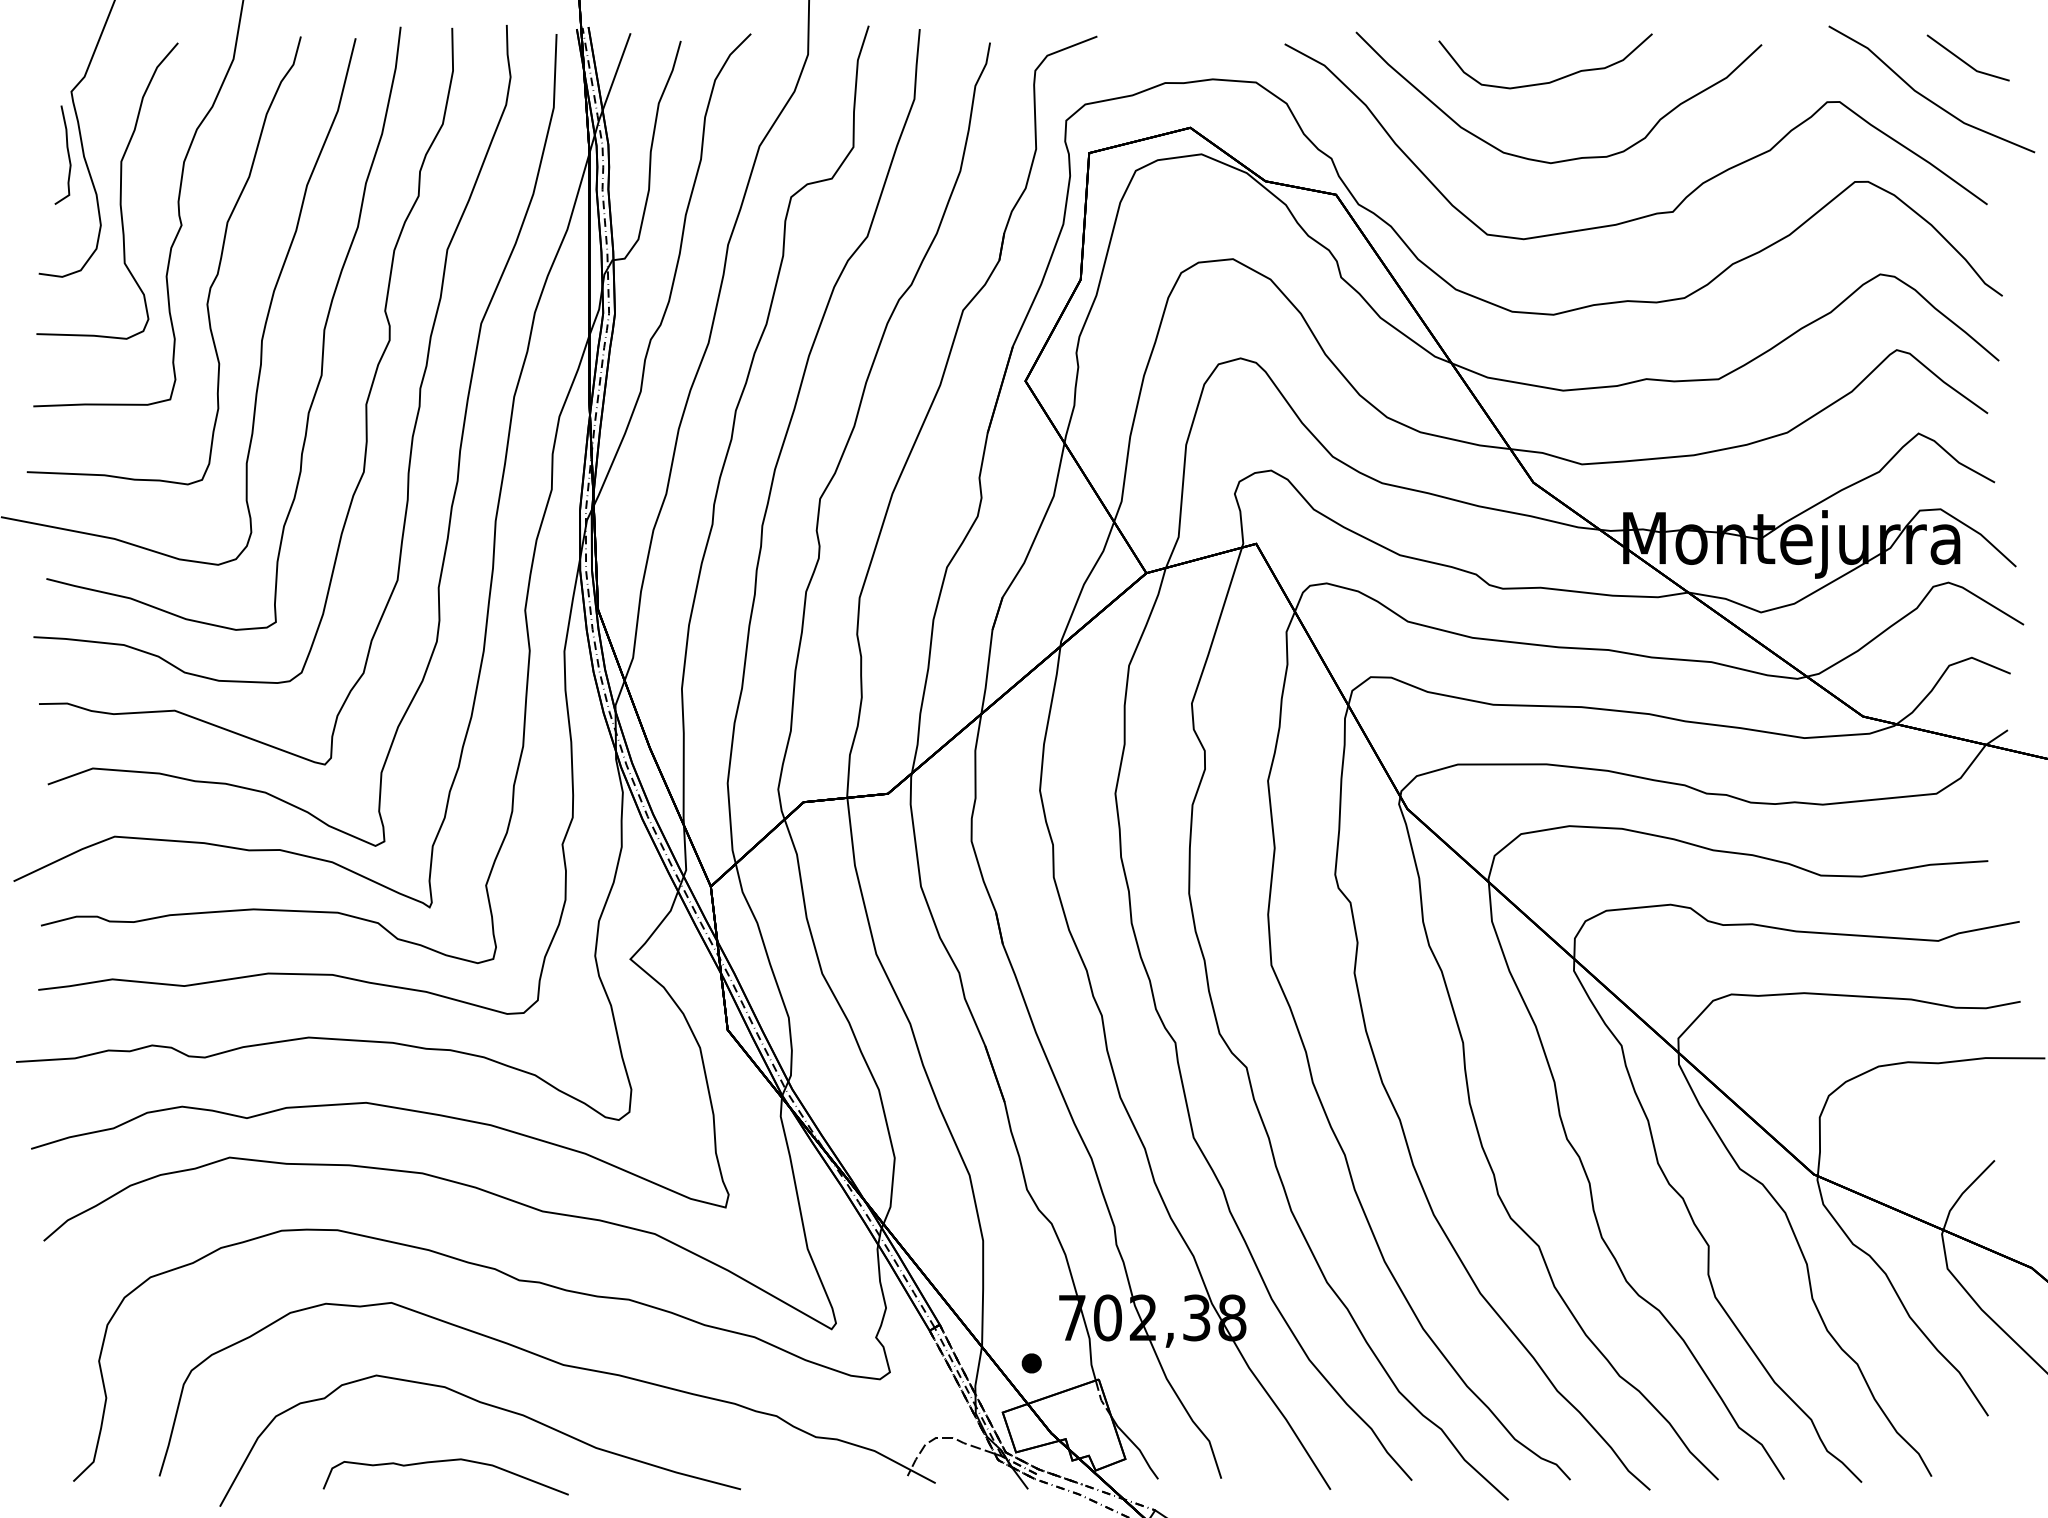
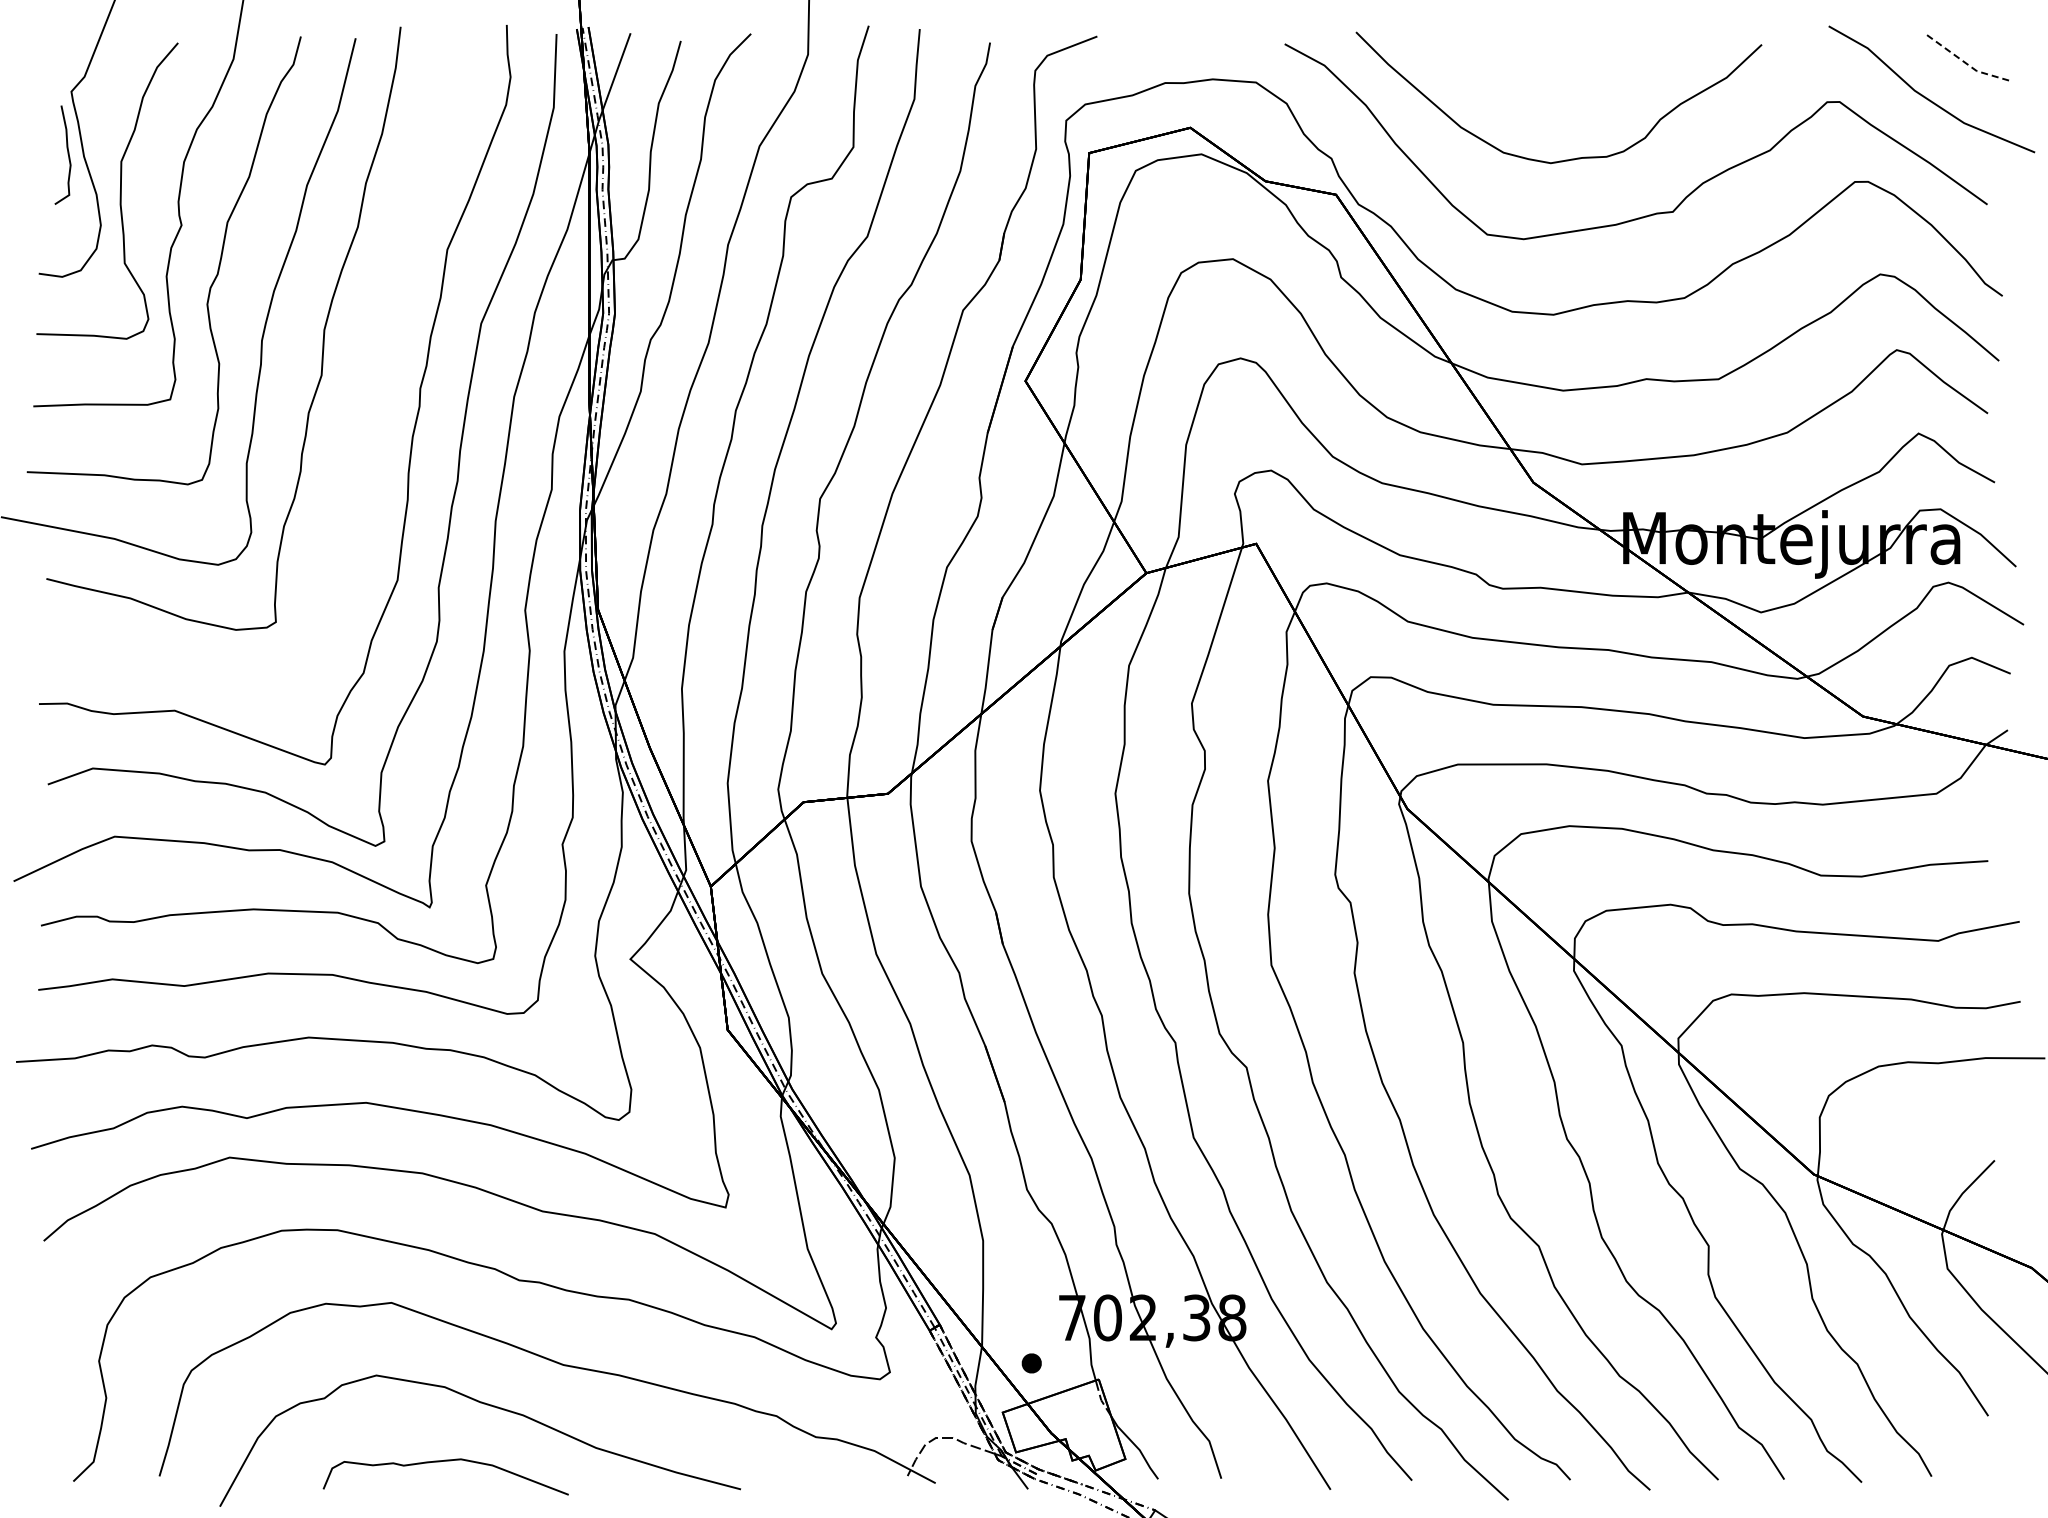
line at (1966, 63): solid -> dashed
curve at (1552, 80): present -> none
curve at (369, 389): present -> none
